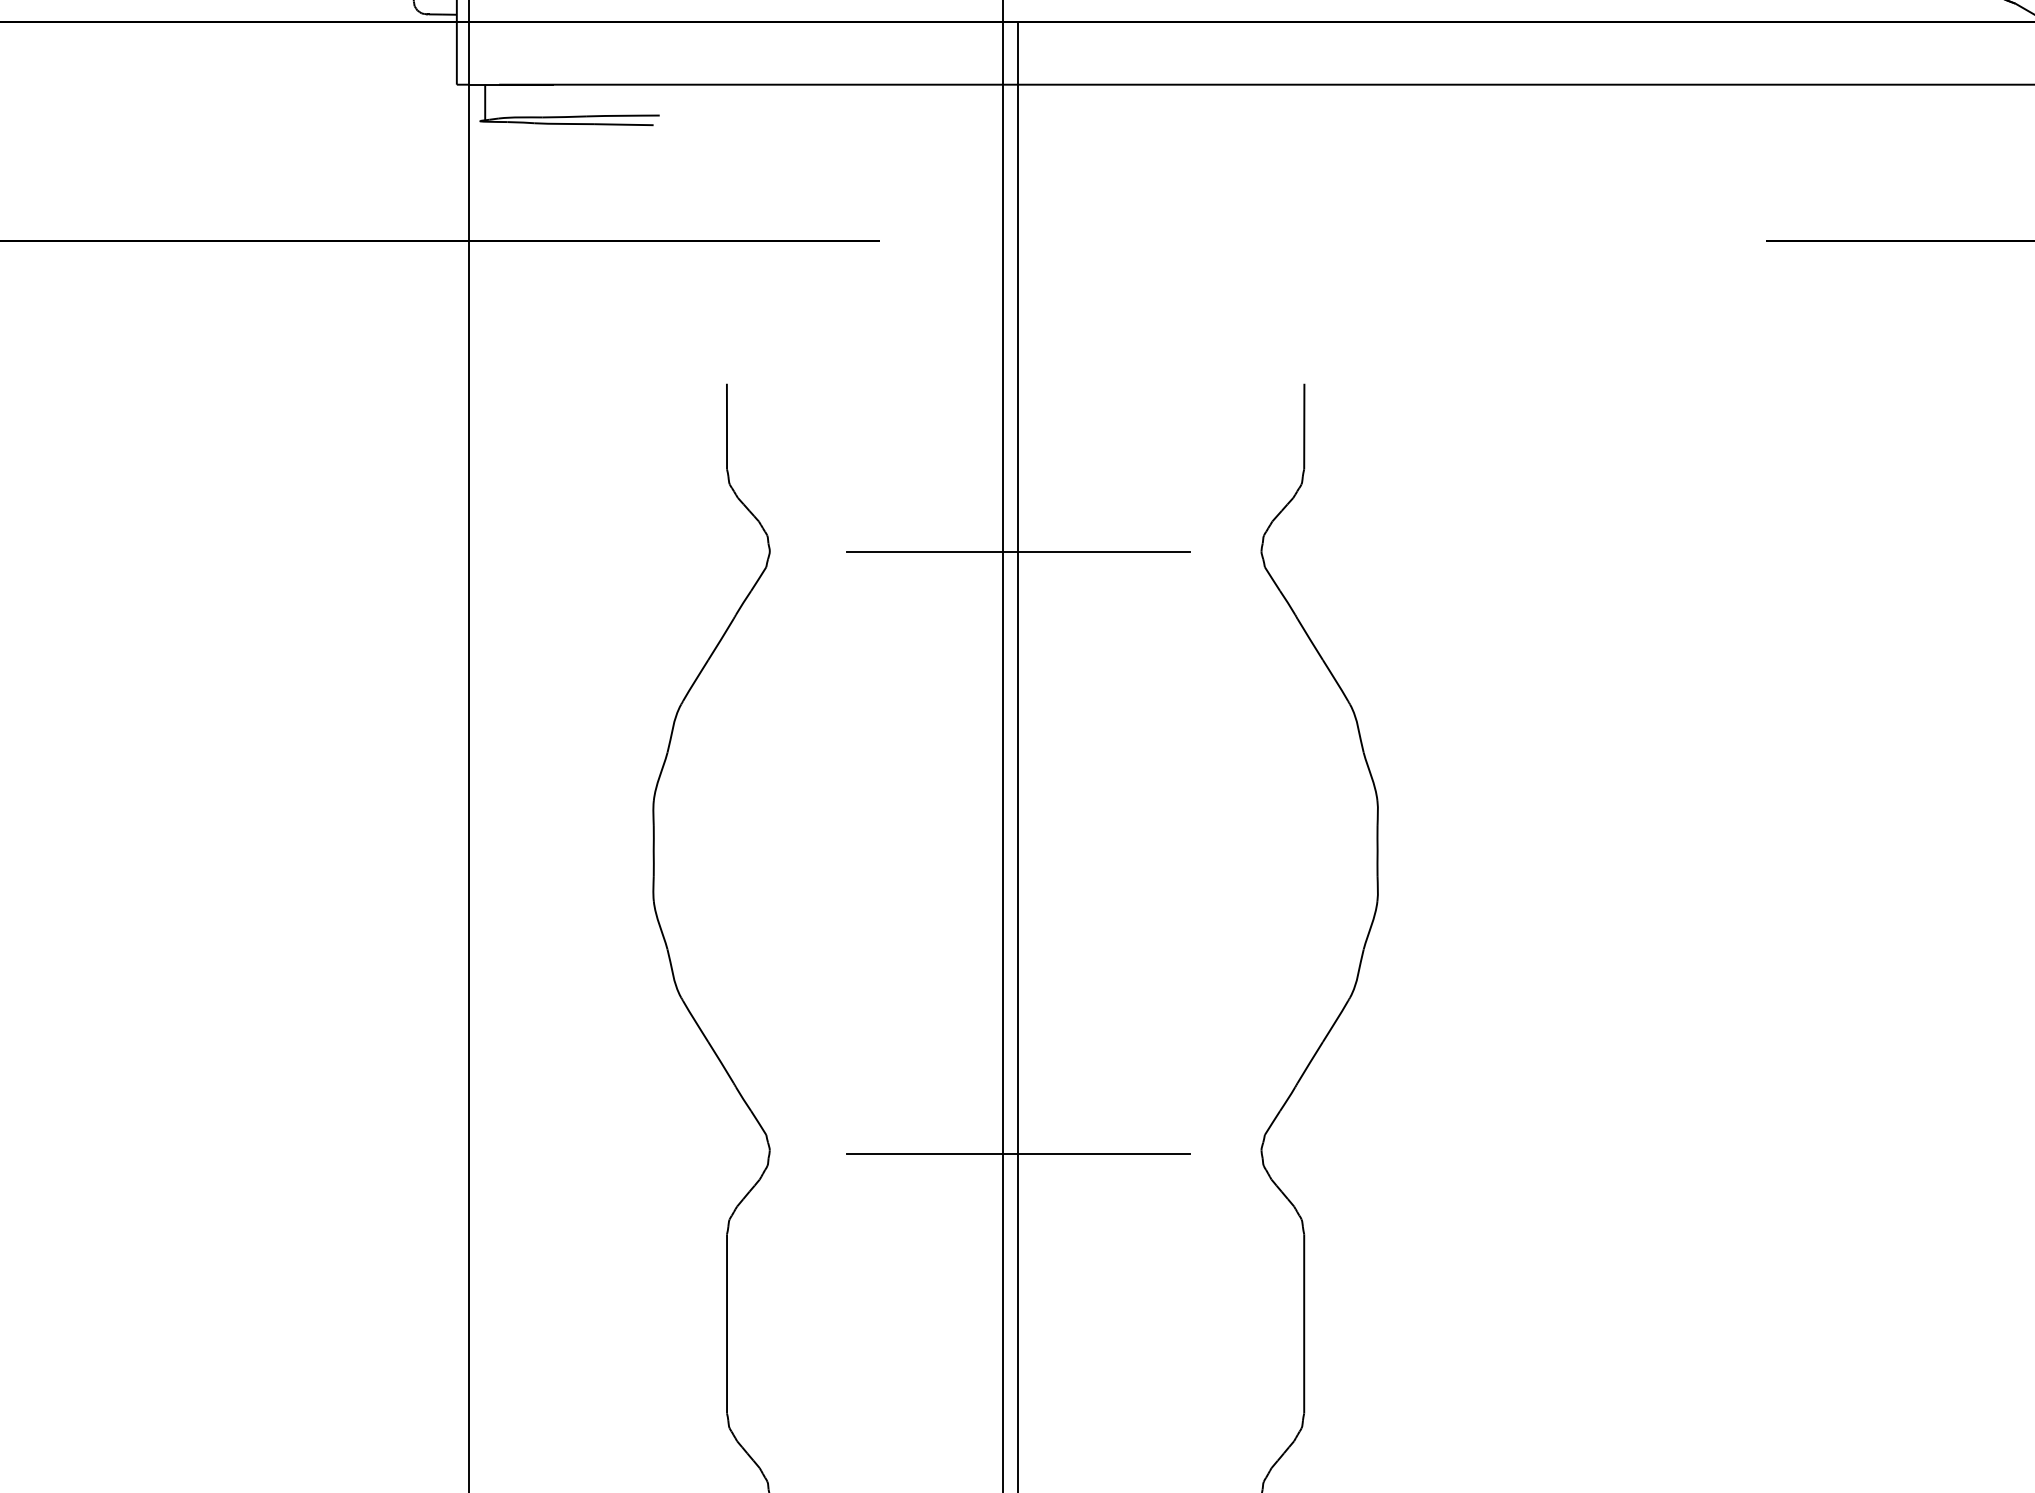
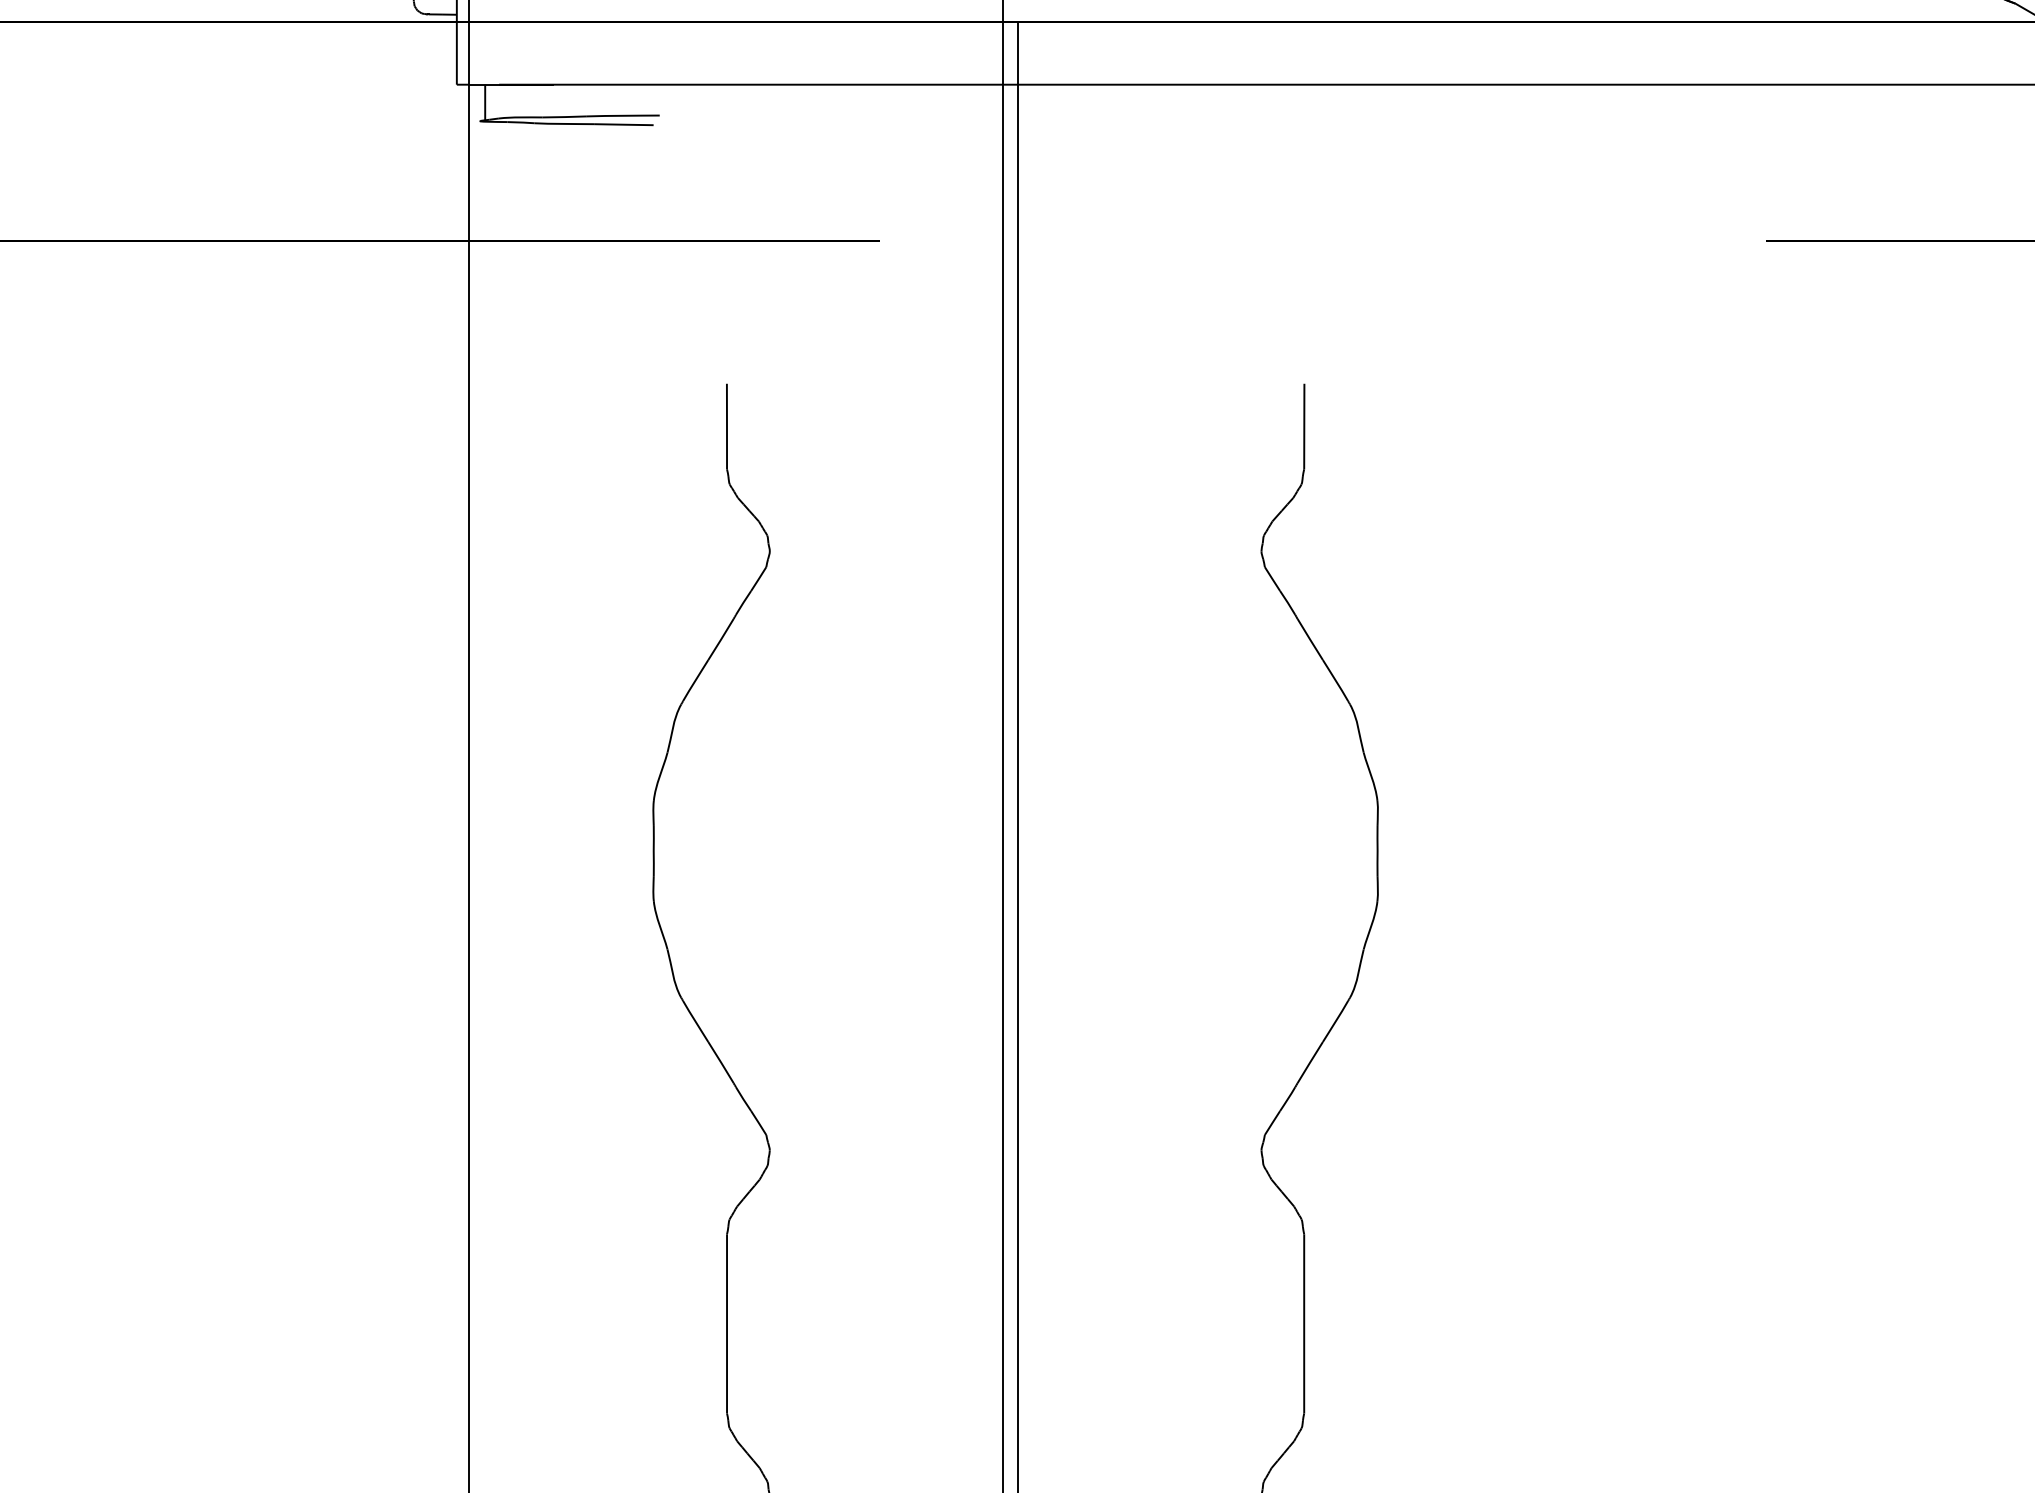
line at (1018, 551): present -> none
line at (1018, 1153): present -> none
